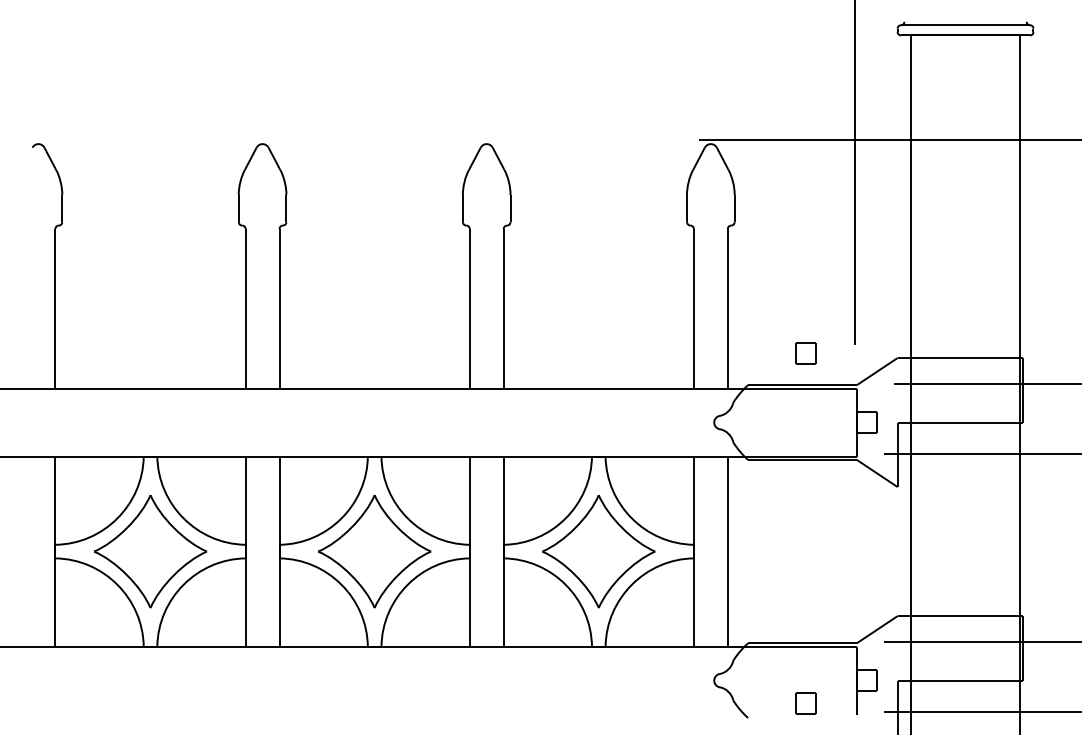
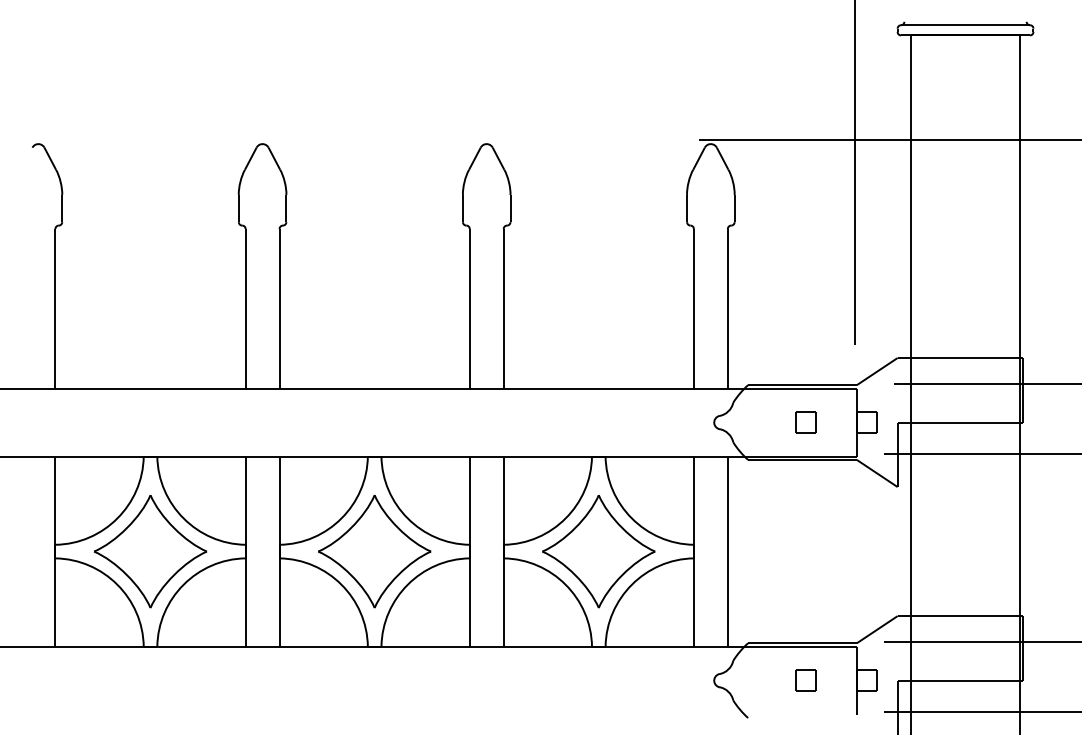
part at (805, 353) position: (805, 353) -> (805, 422)
part at (805, 703) position: (805, 703) -> (805, 680)
